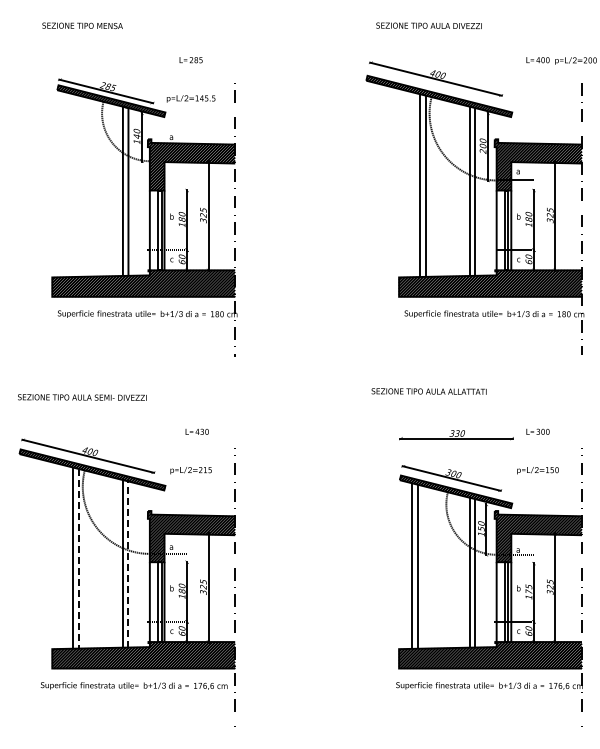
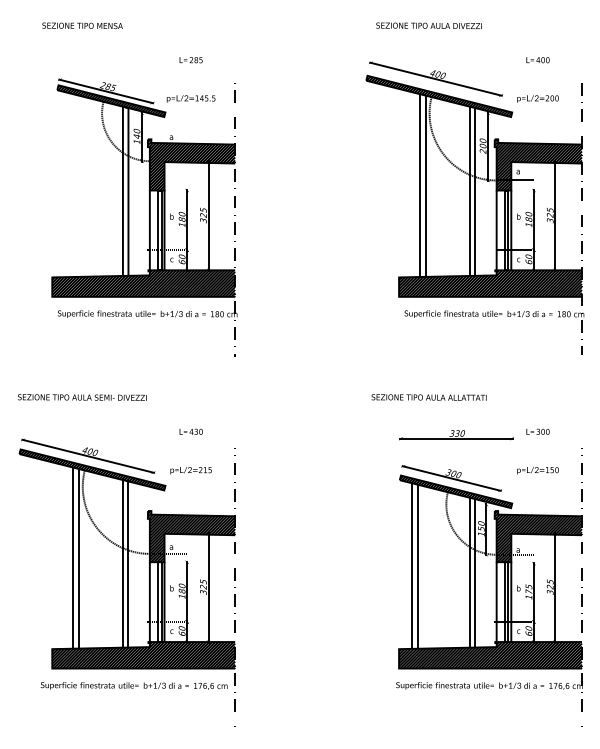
text at (575, 60) position: (575, 60) -> (537, 98)
text at (428, 391) position: (428, 391) -> (428, 397)
text at (196, 431) position: (196, 431) -> (190, 431)
line at (78, 558): dashed -> solid
line at (128, 563): dashed -> solid
